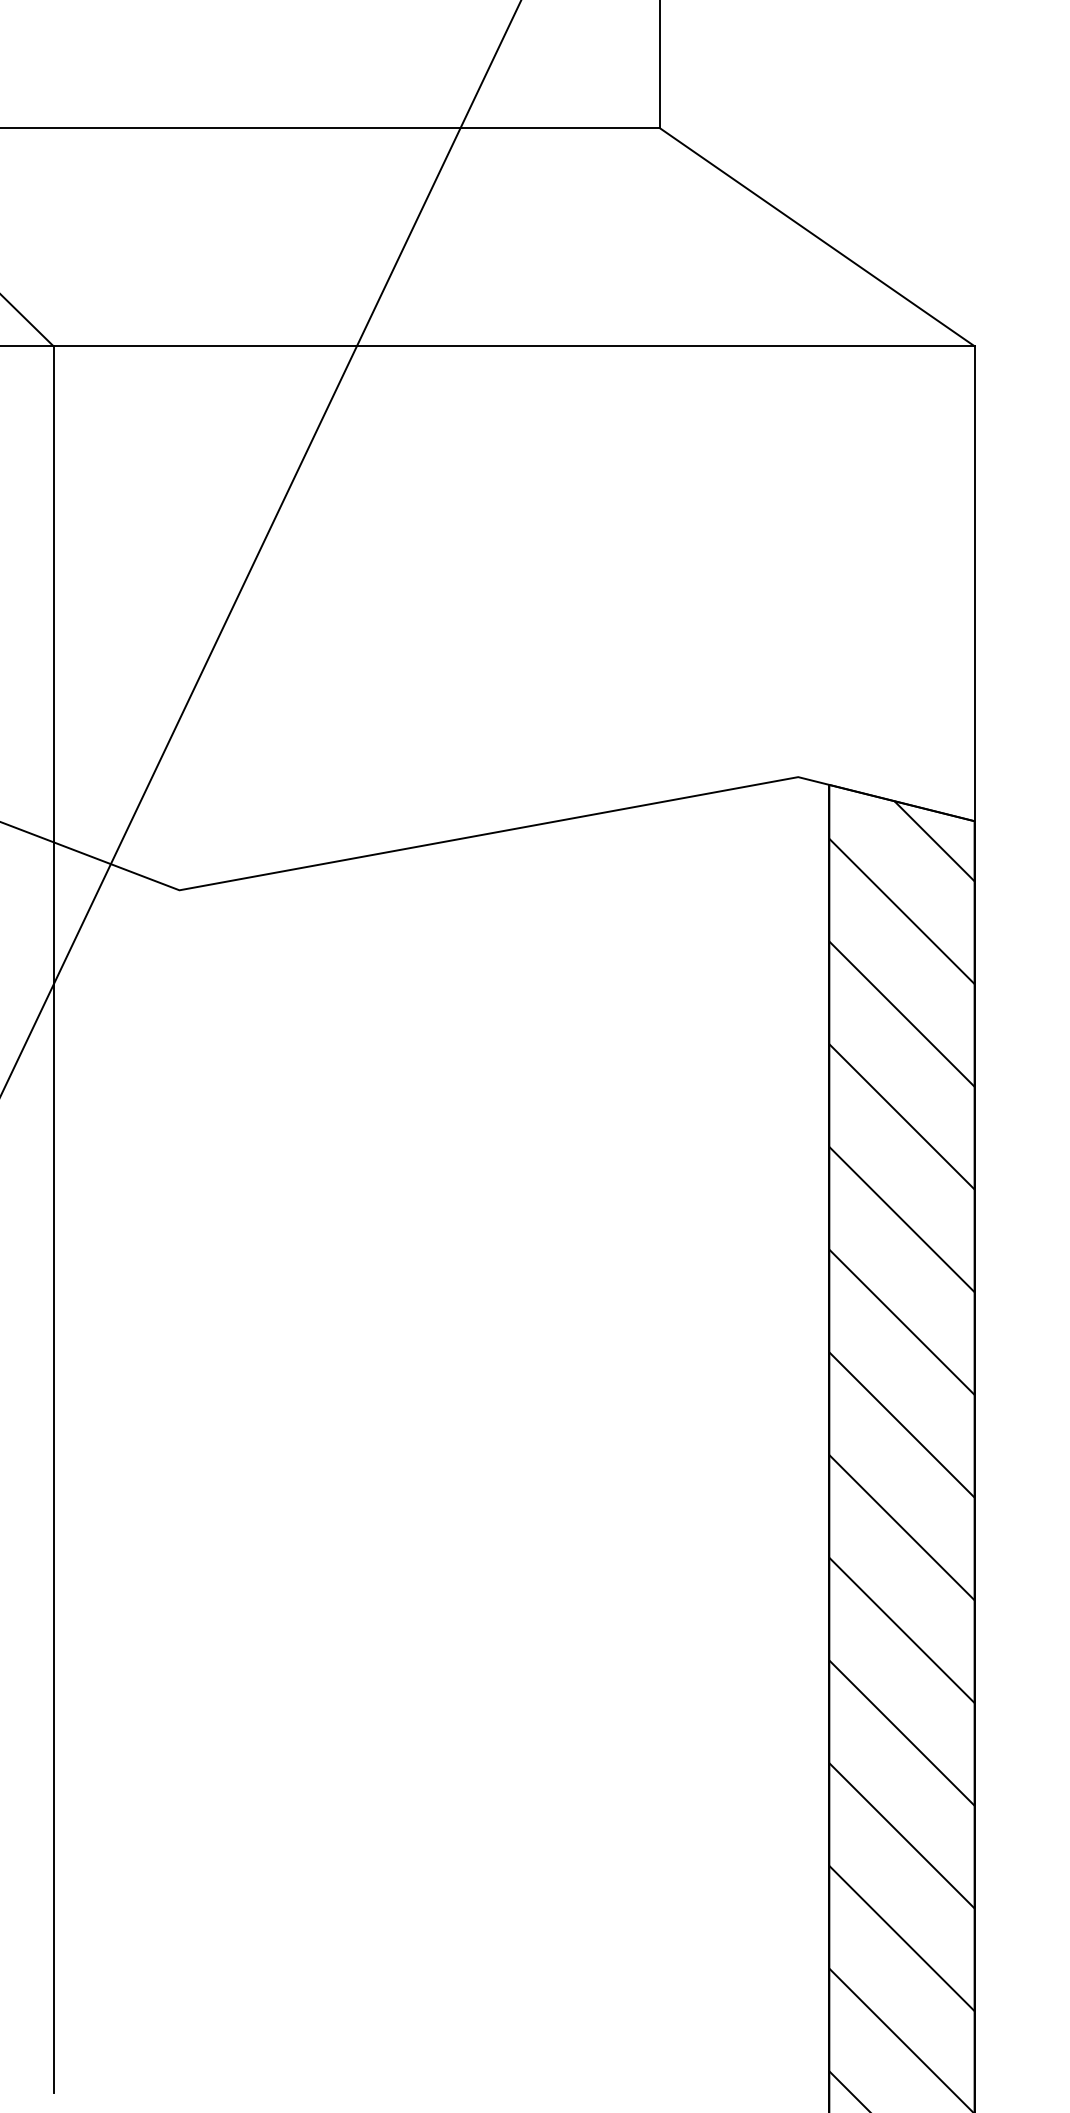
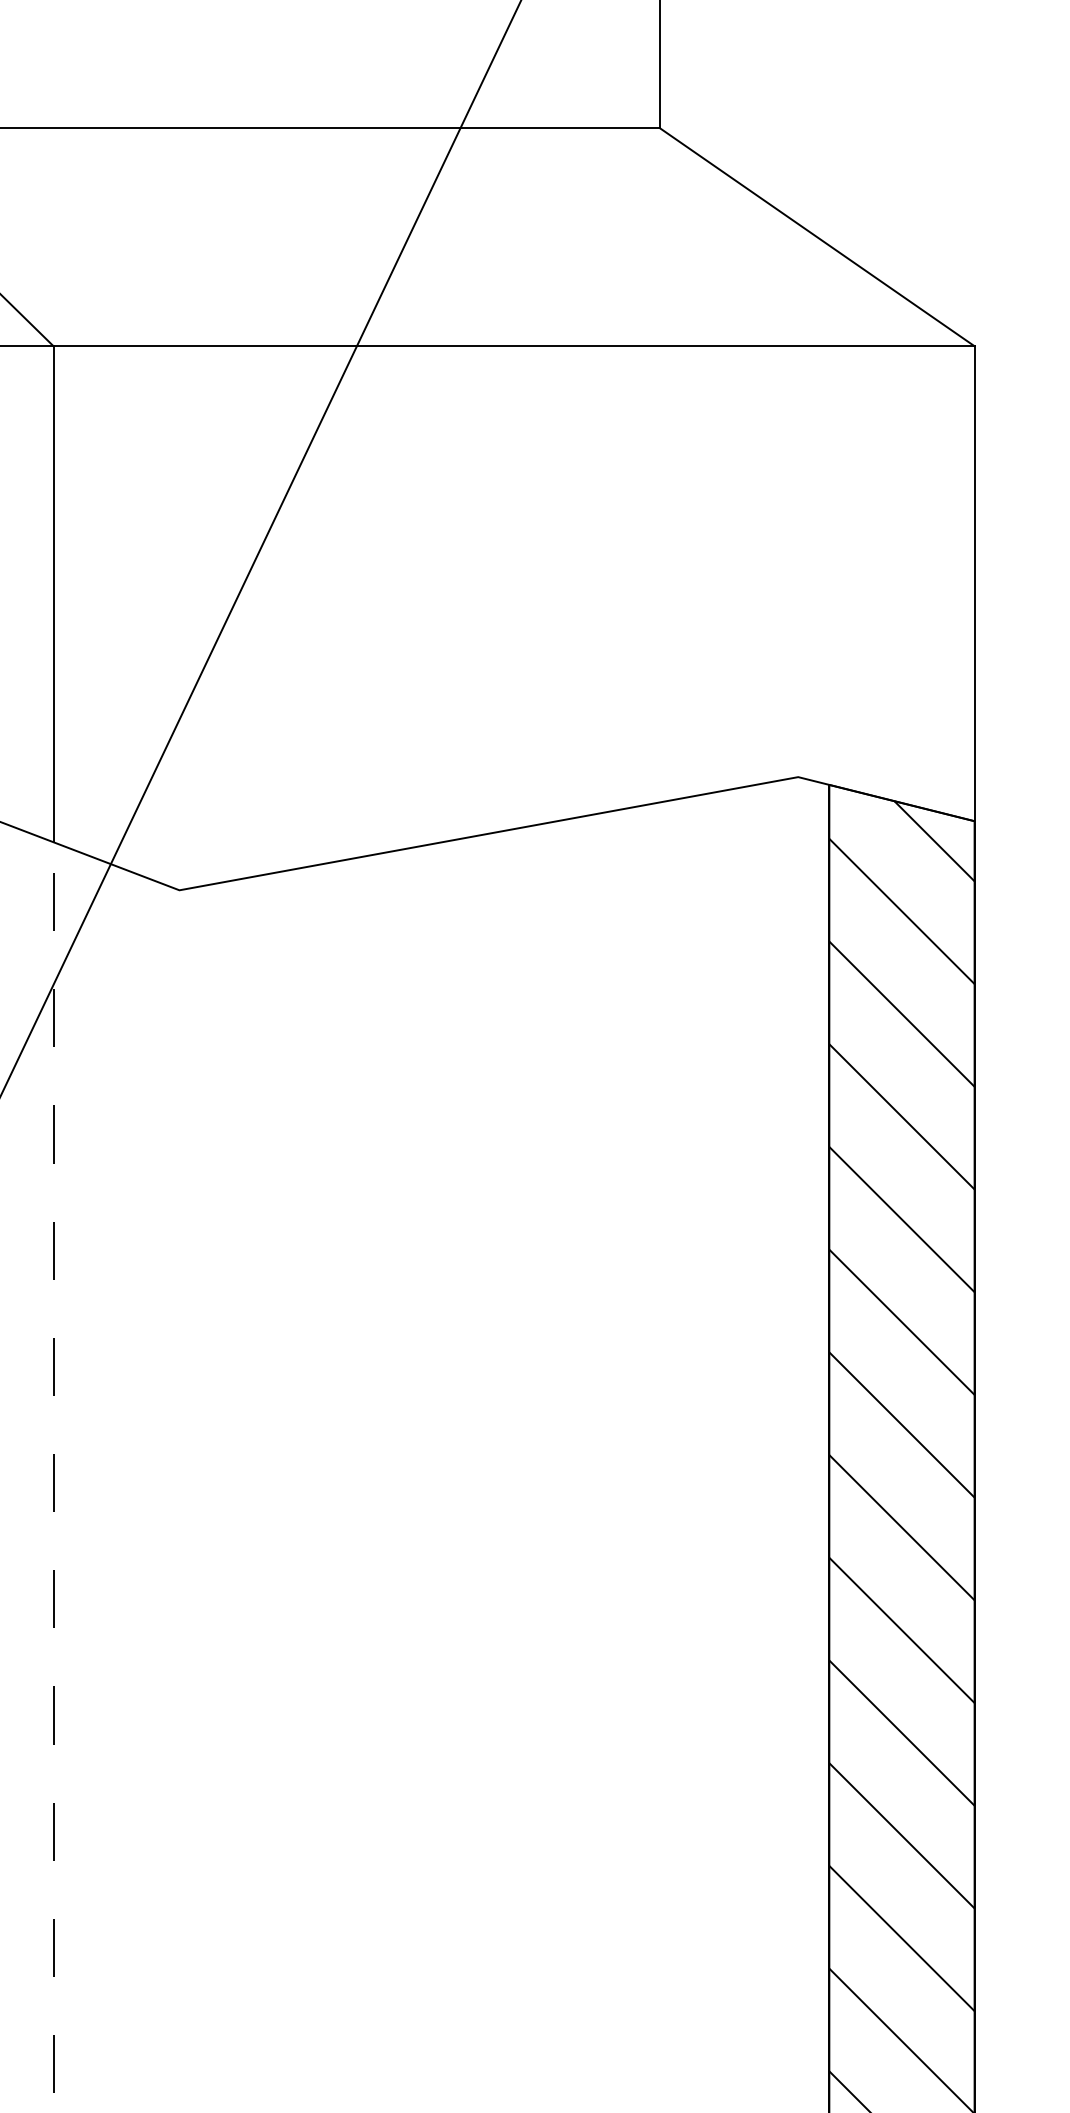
line at (53, 1467): solid -> dashed
